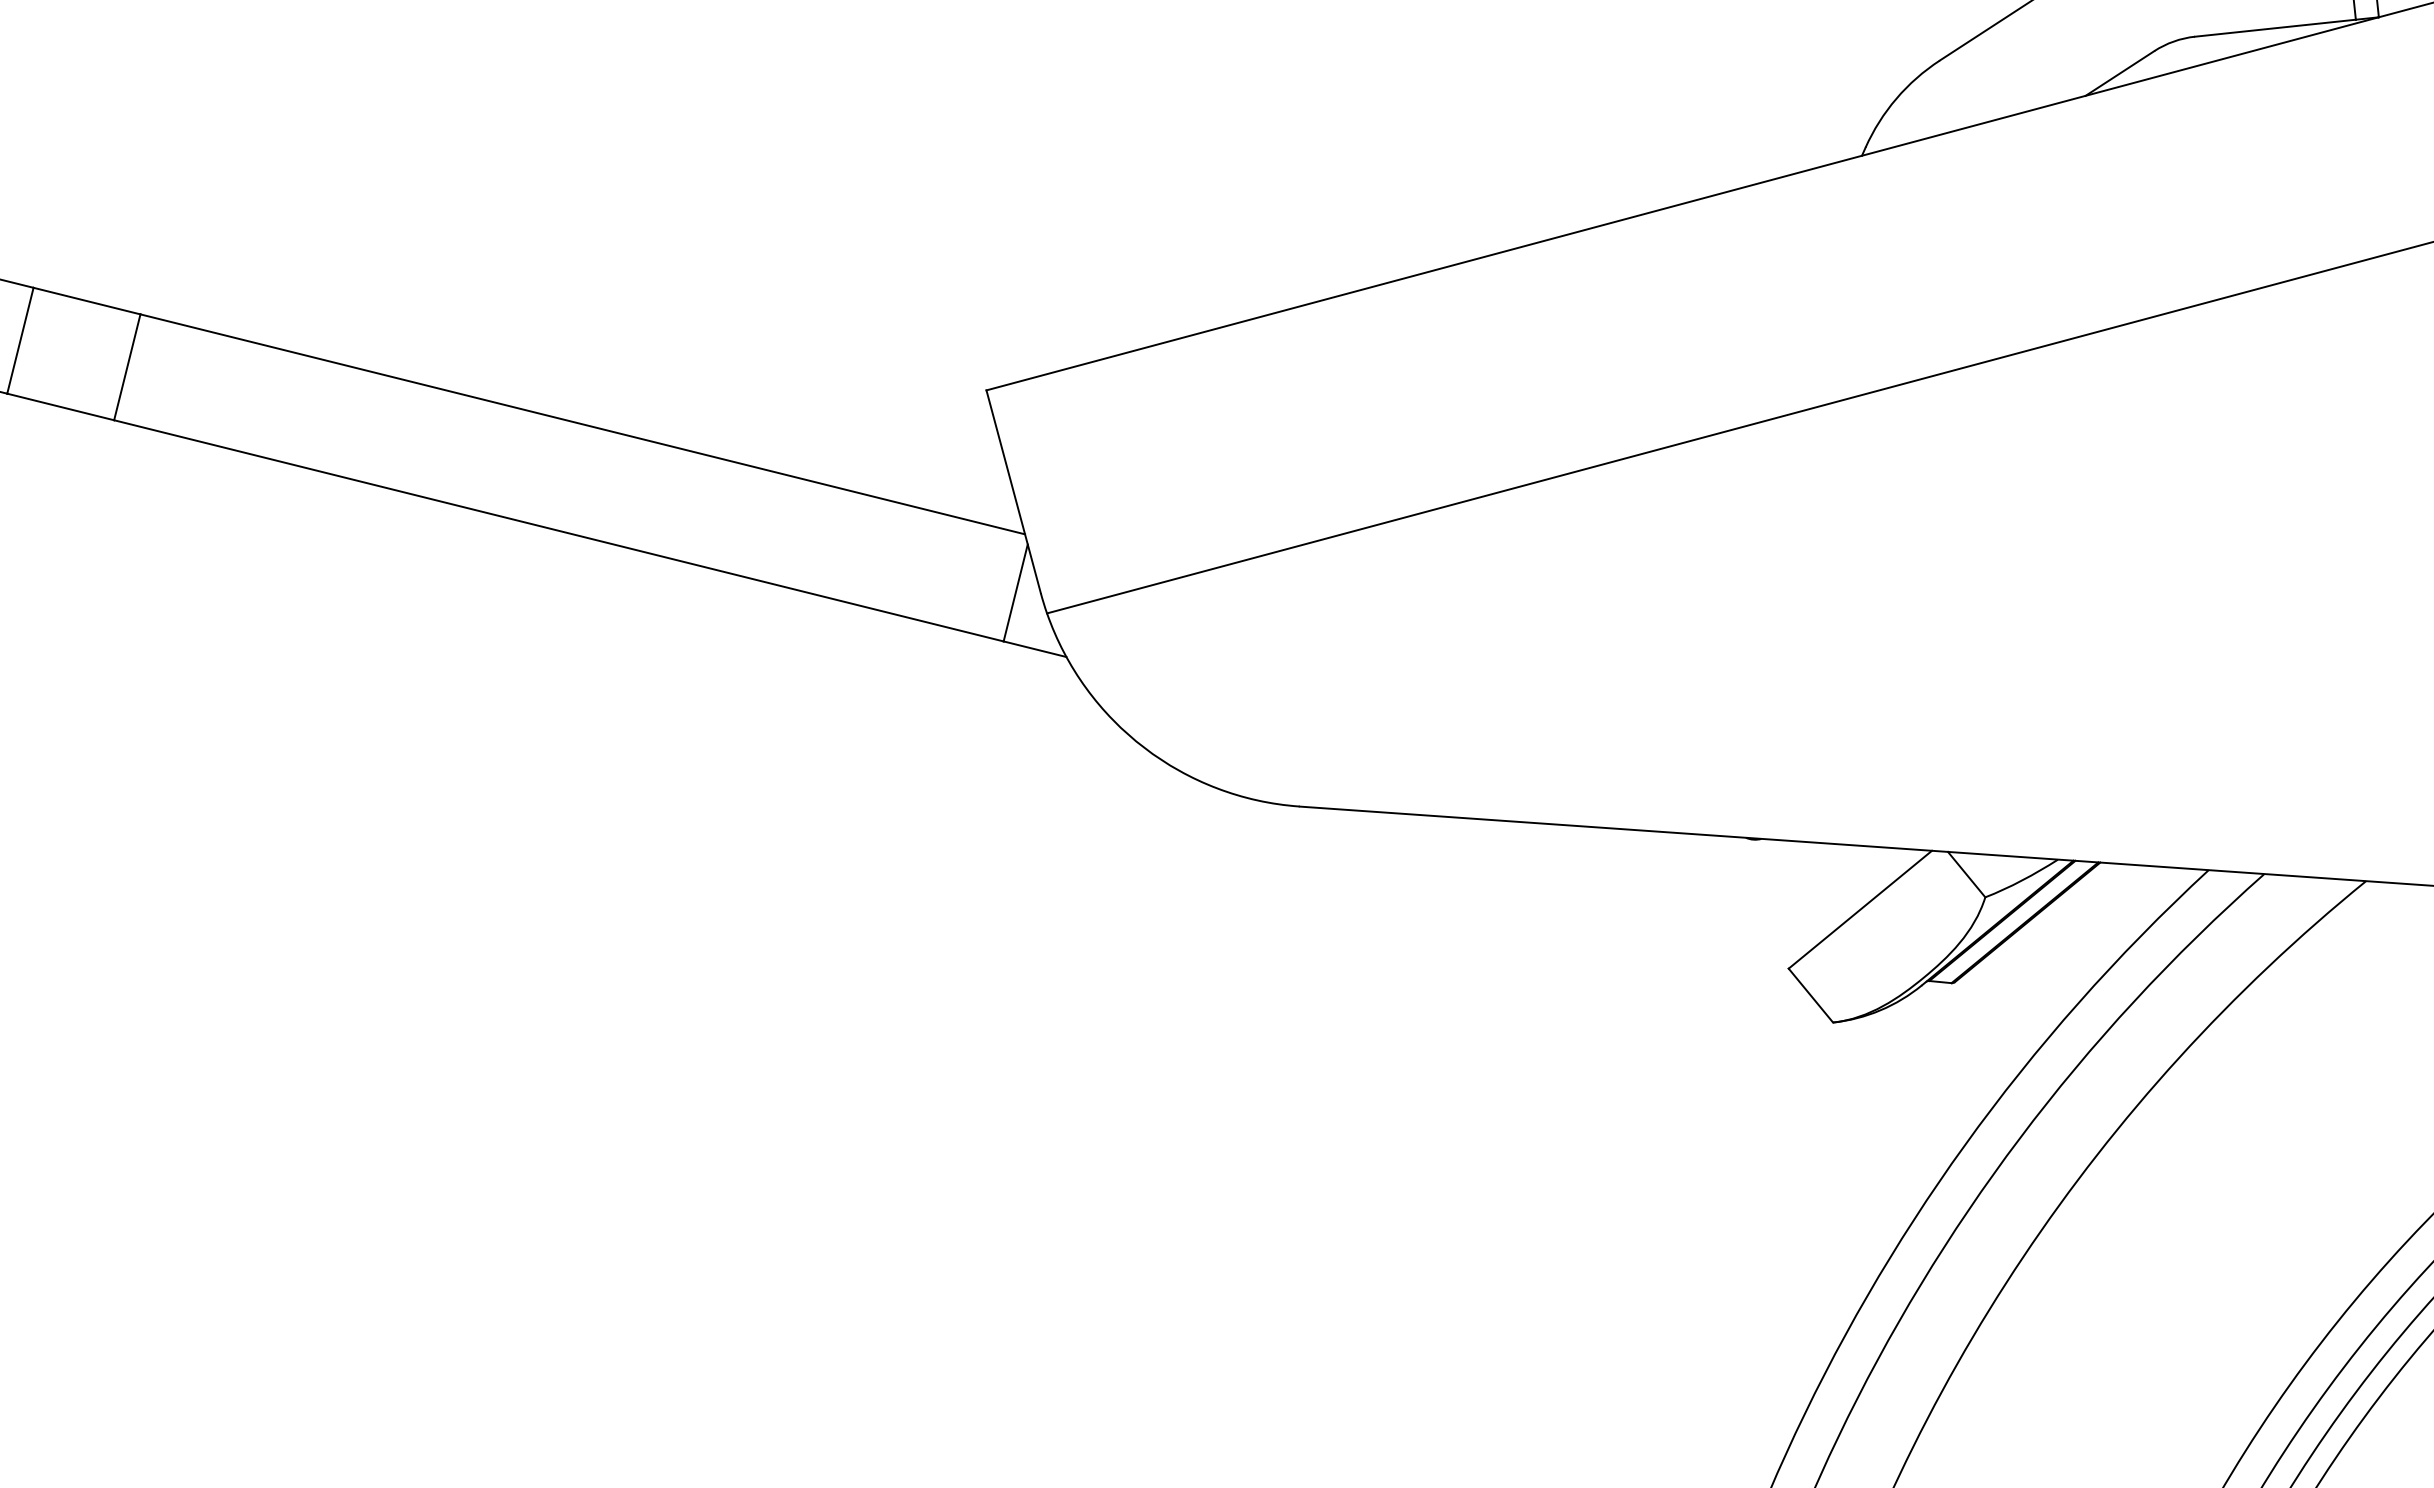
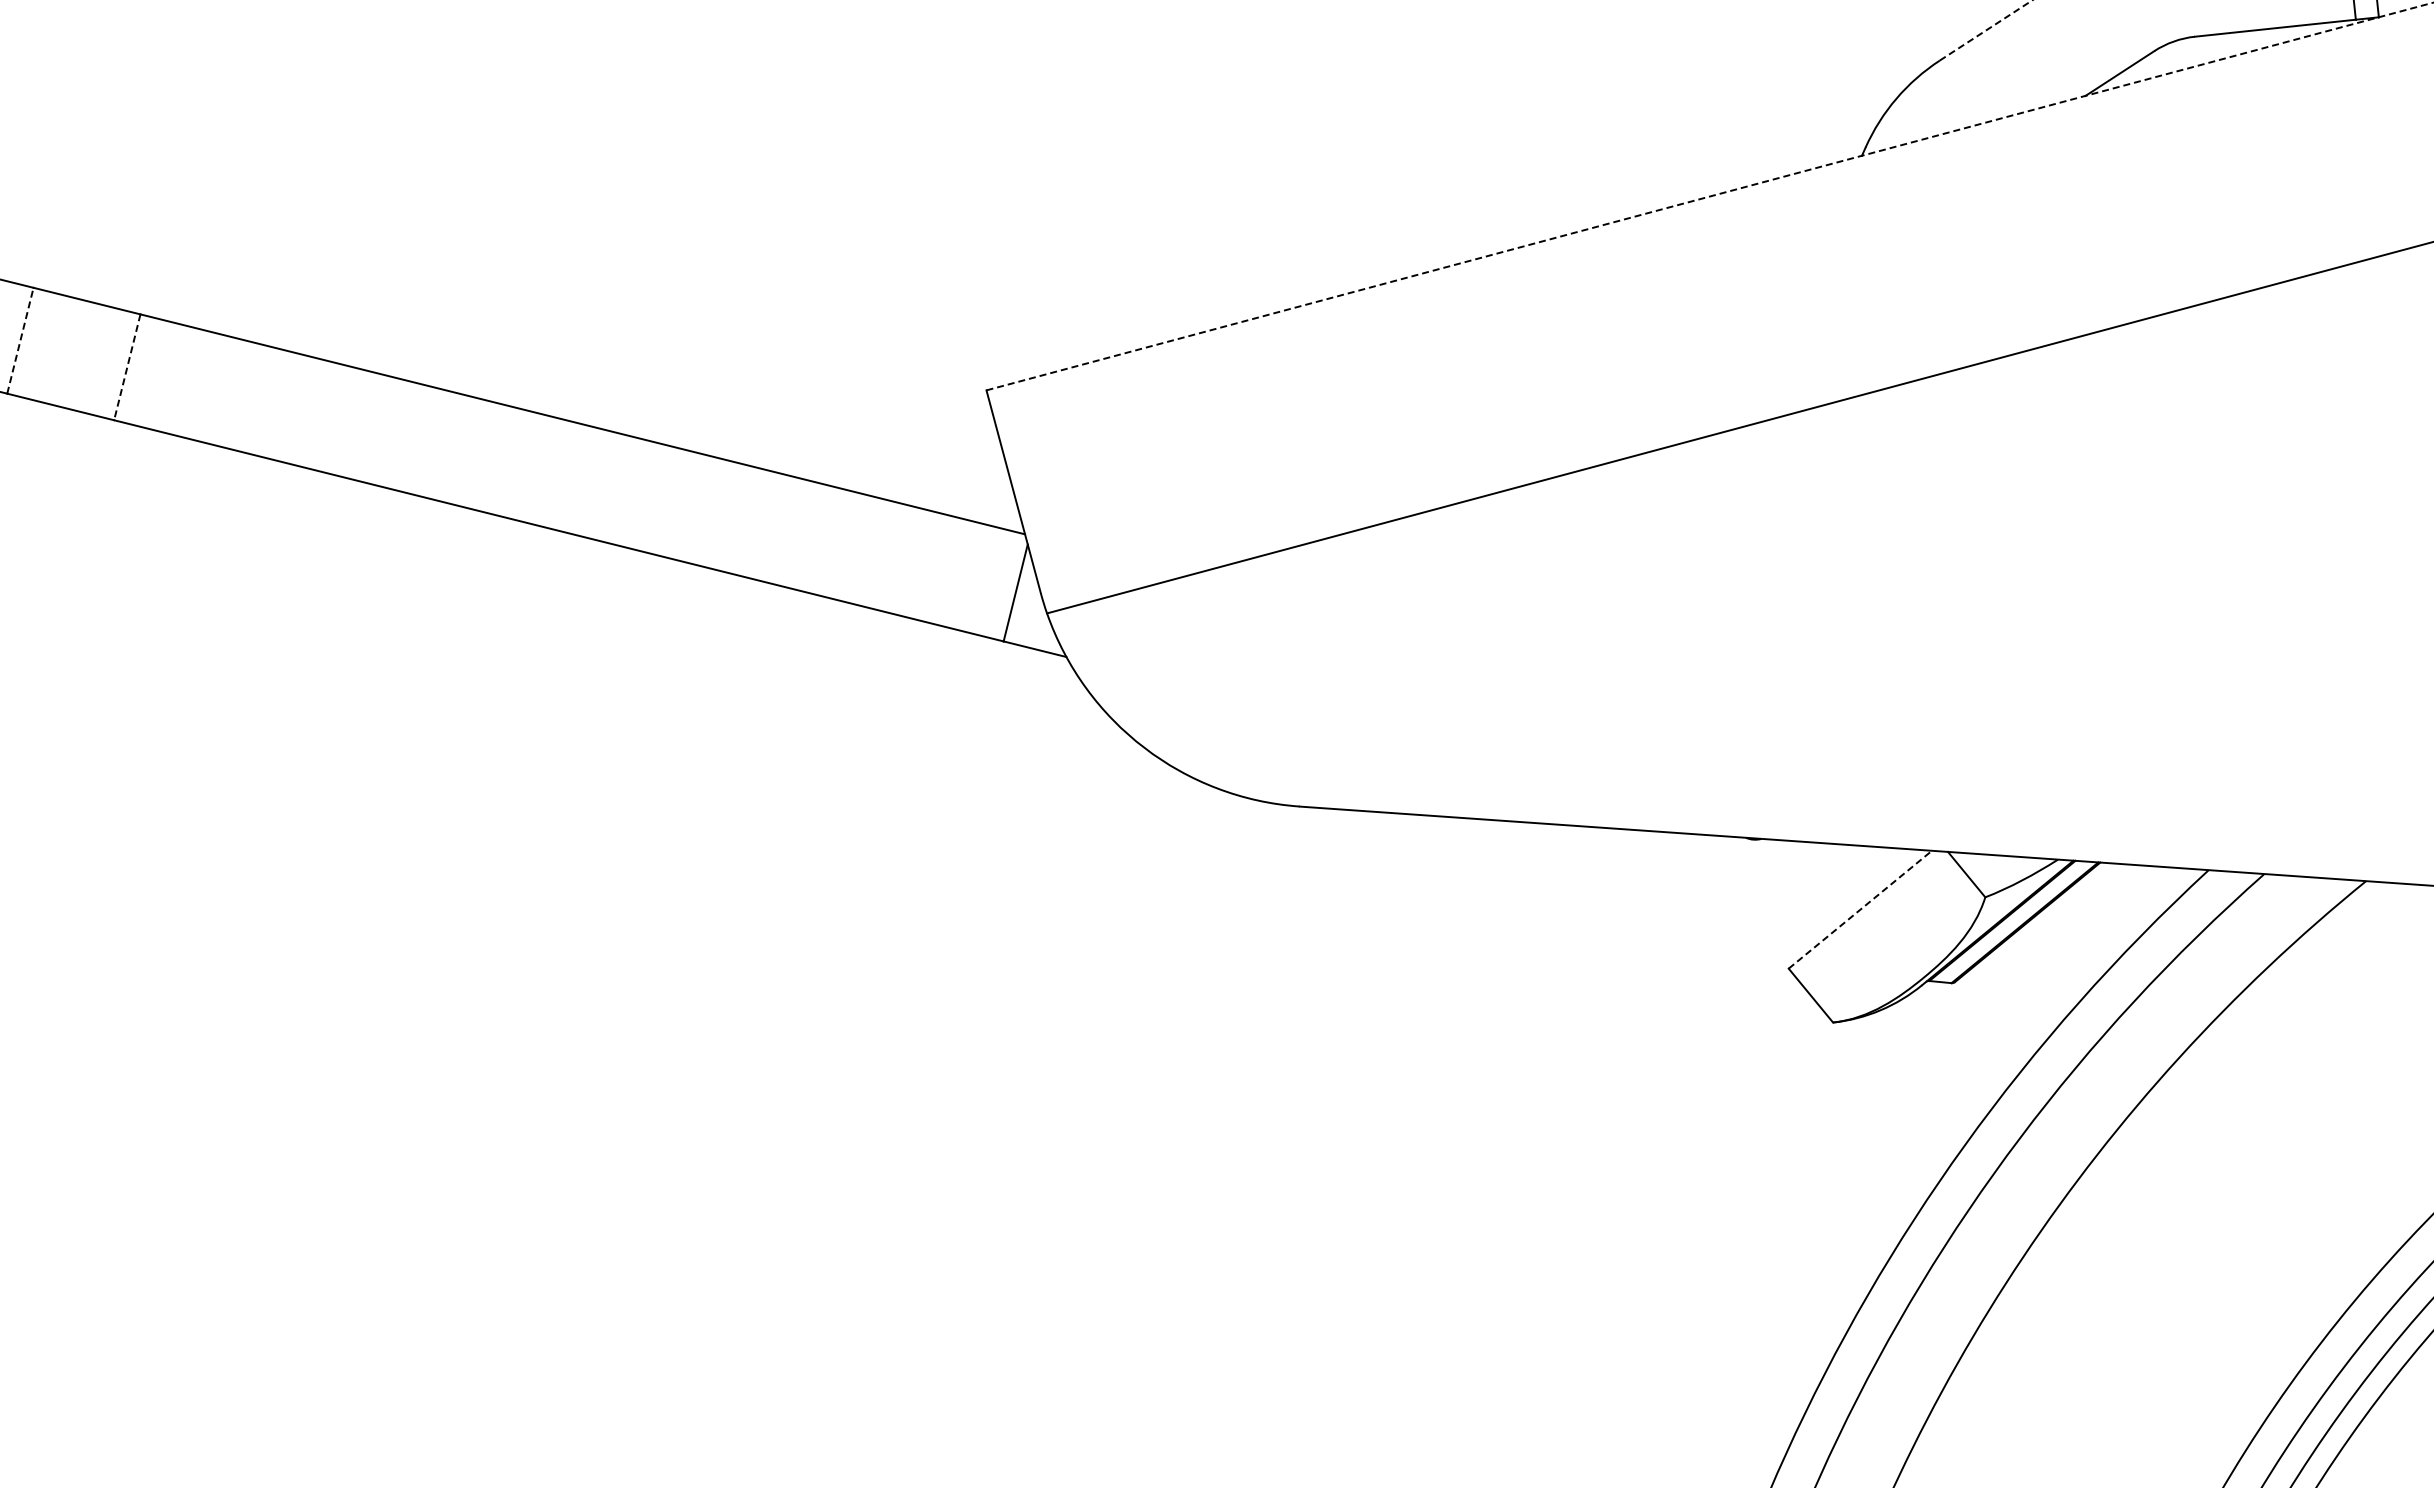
line at (1986, 30): solid -> dashed
line at (1709, 196): solid -> dashed
line at (20, 340): solid -> dashed
line at (127, 367): solid -> dashed
line at (1860, 909): solid -> dashed
